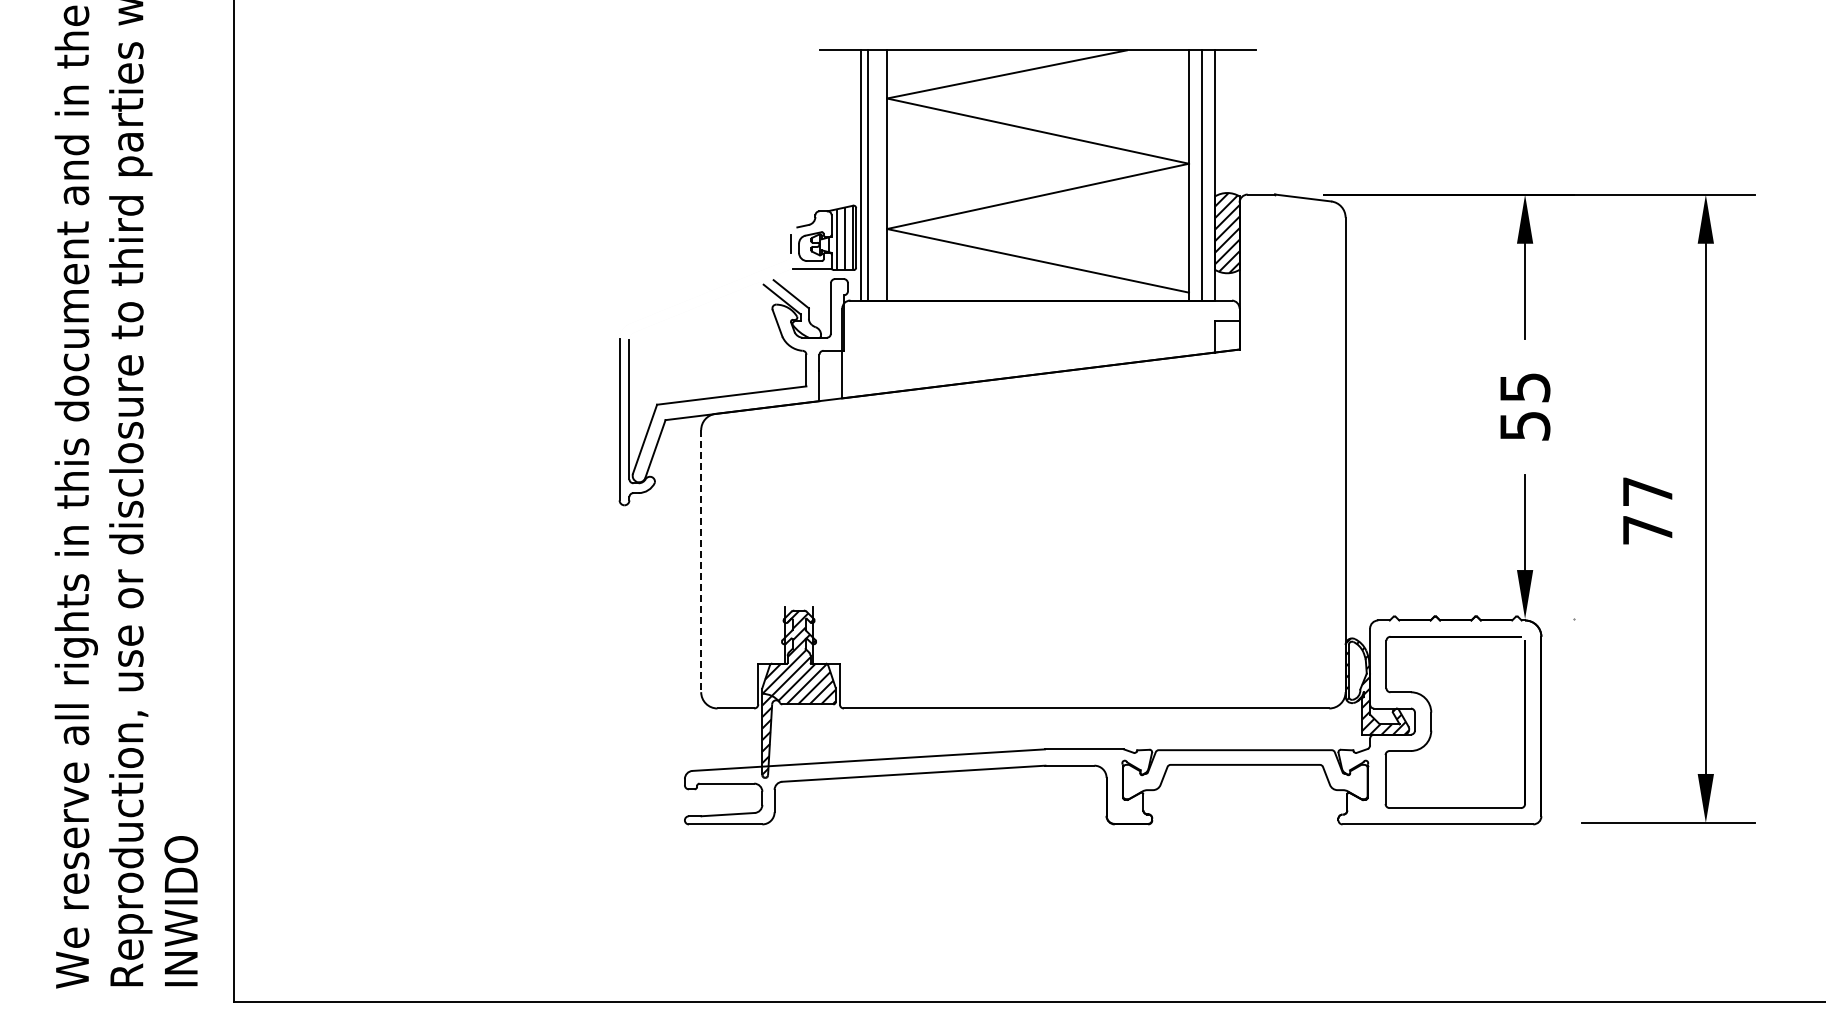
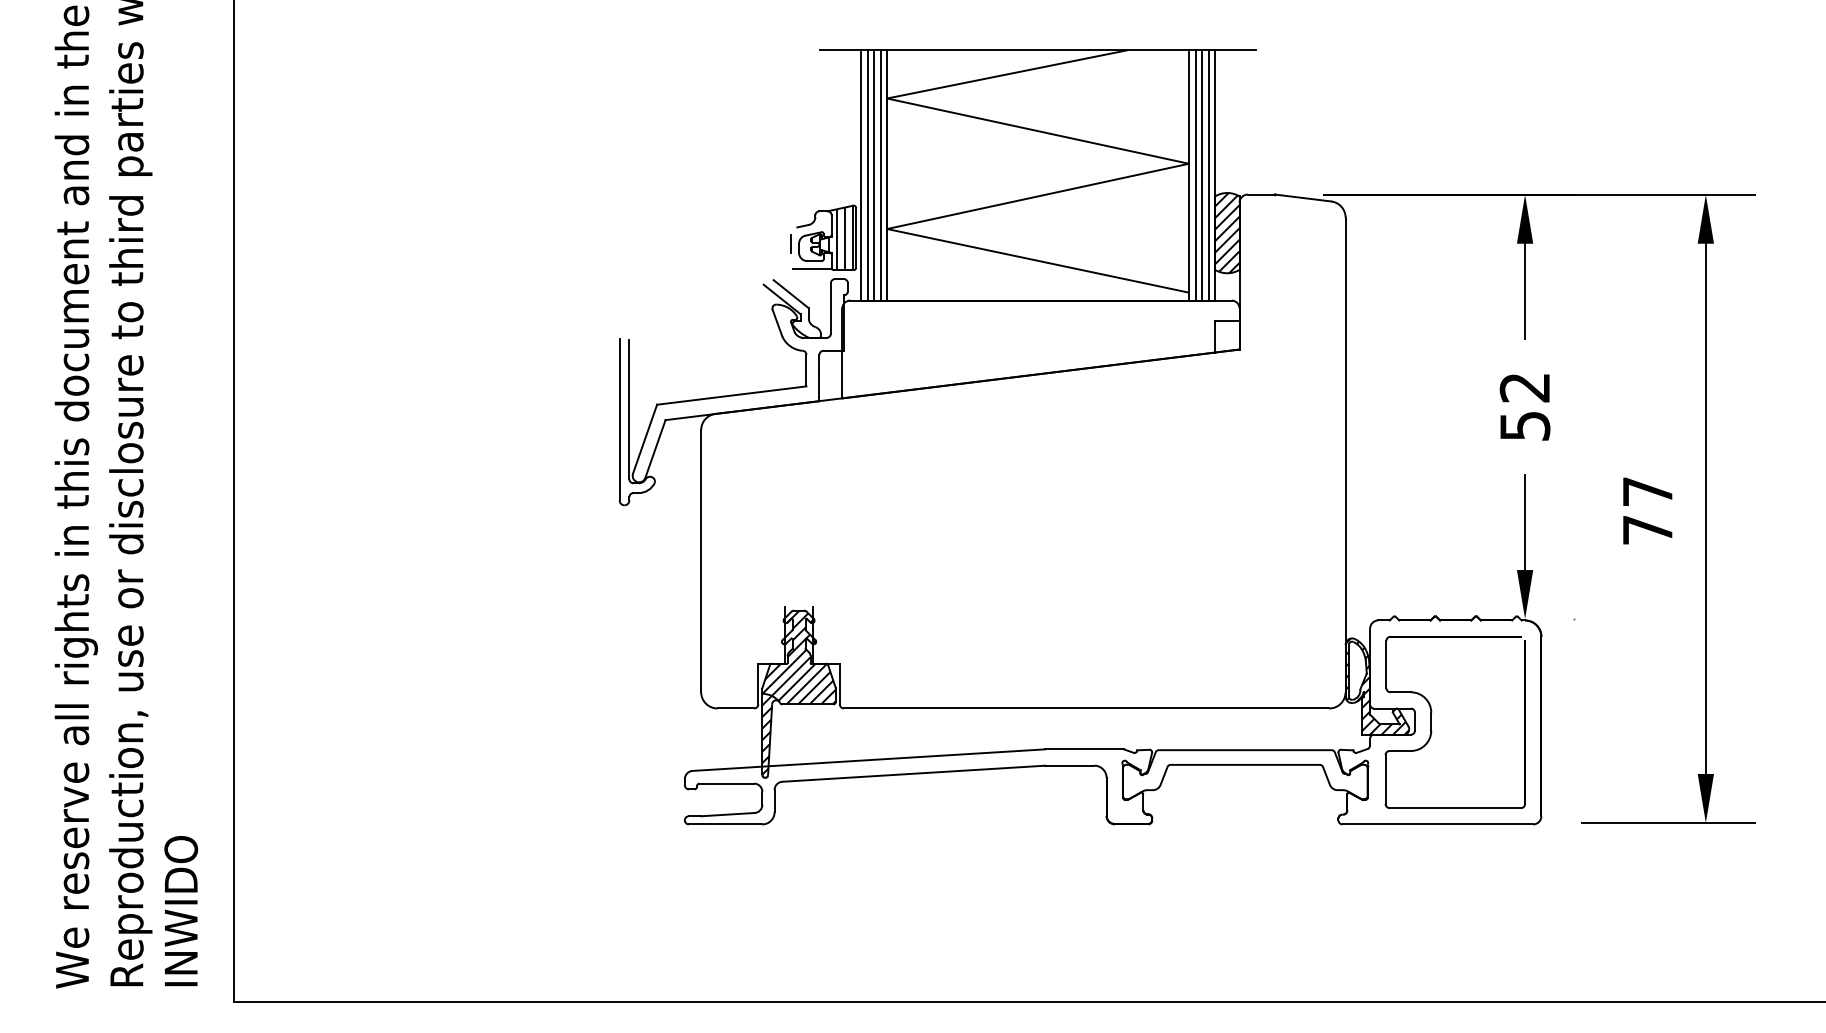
line at (874, 175): none -> present
line at (880, 175): none -> present
line at (1195, 175): none -> present
line at (1208, 175): none -> present
text at (1524, 387): 55 -> 52
line at (701, 561): dashed -> solid
